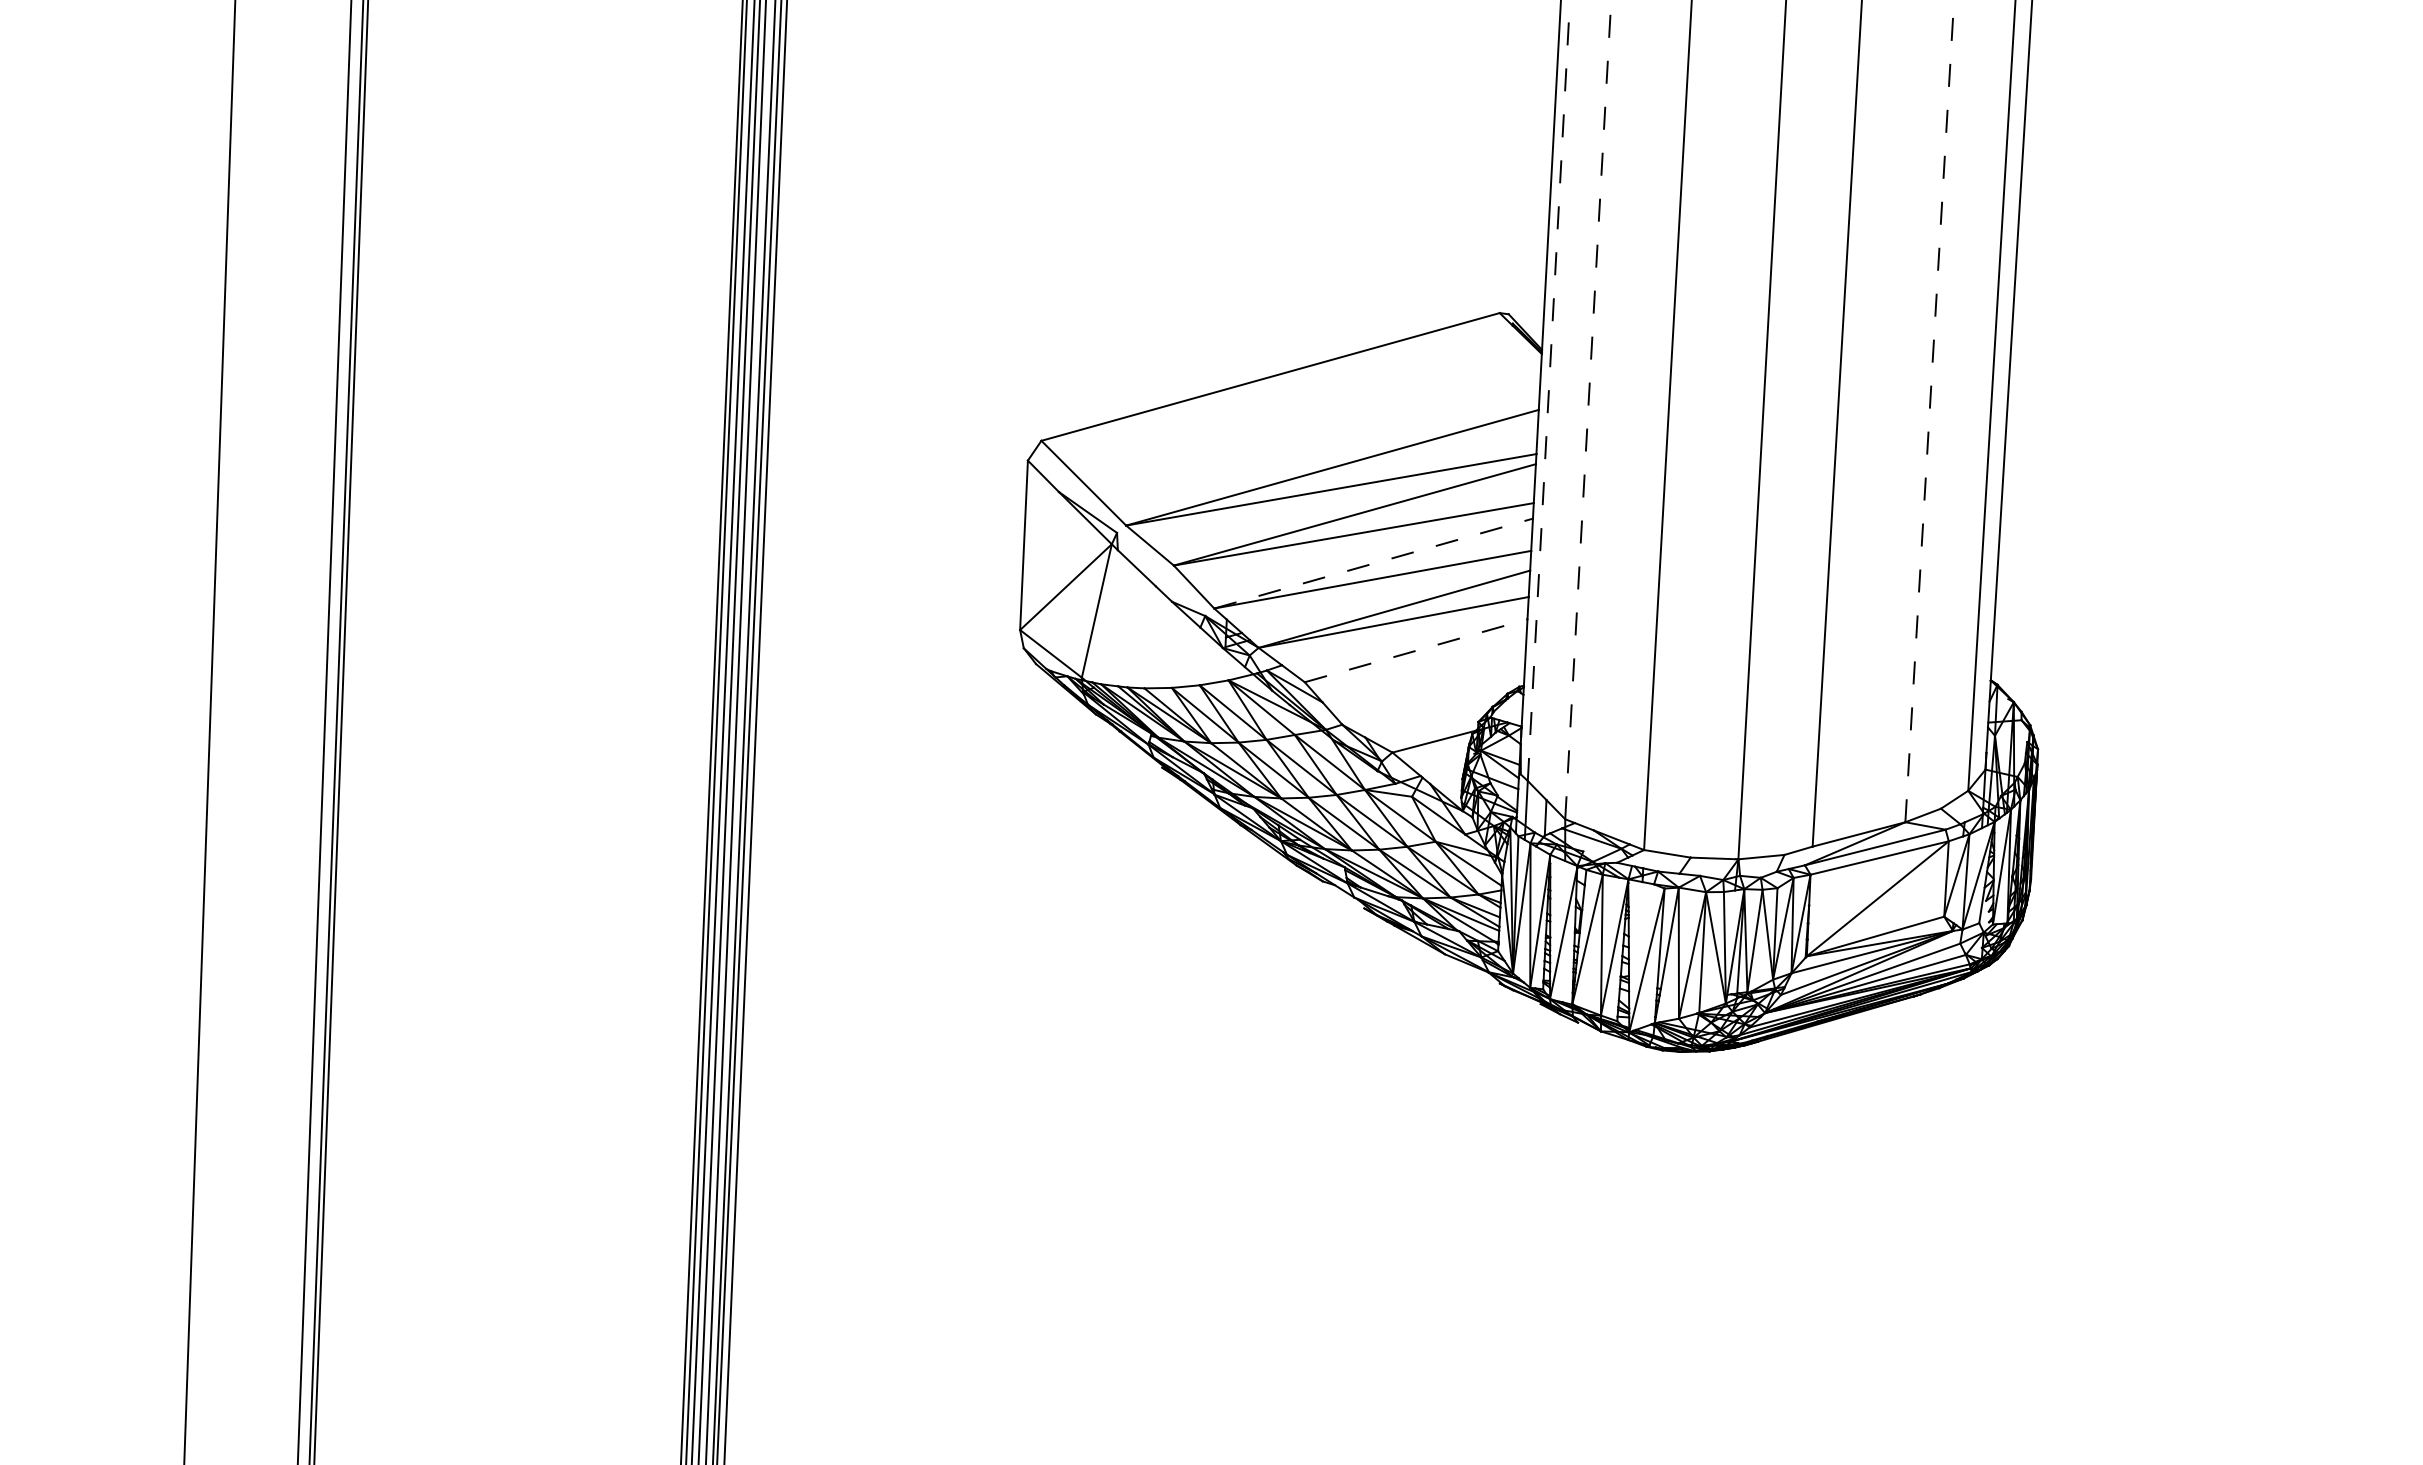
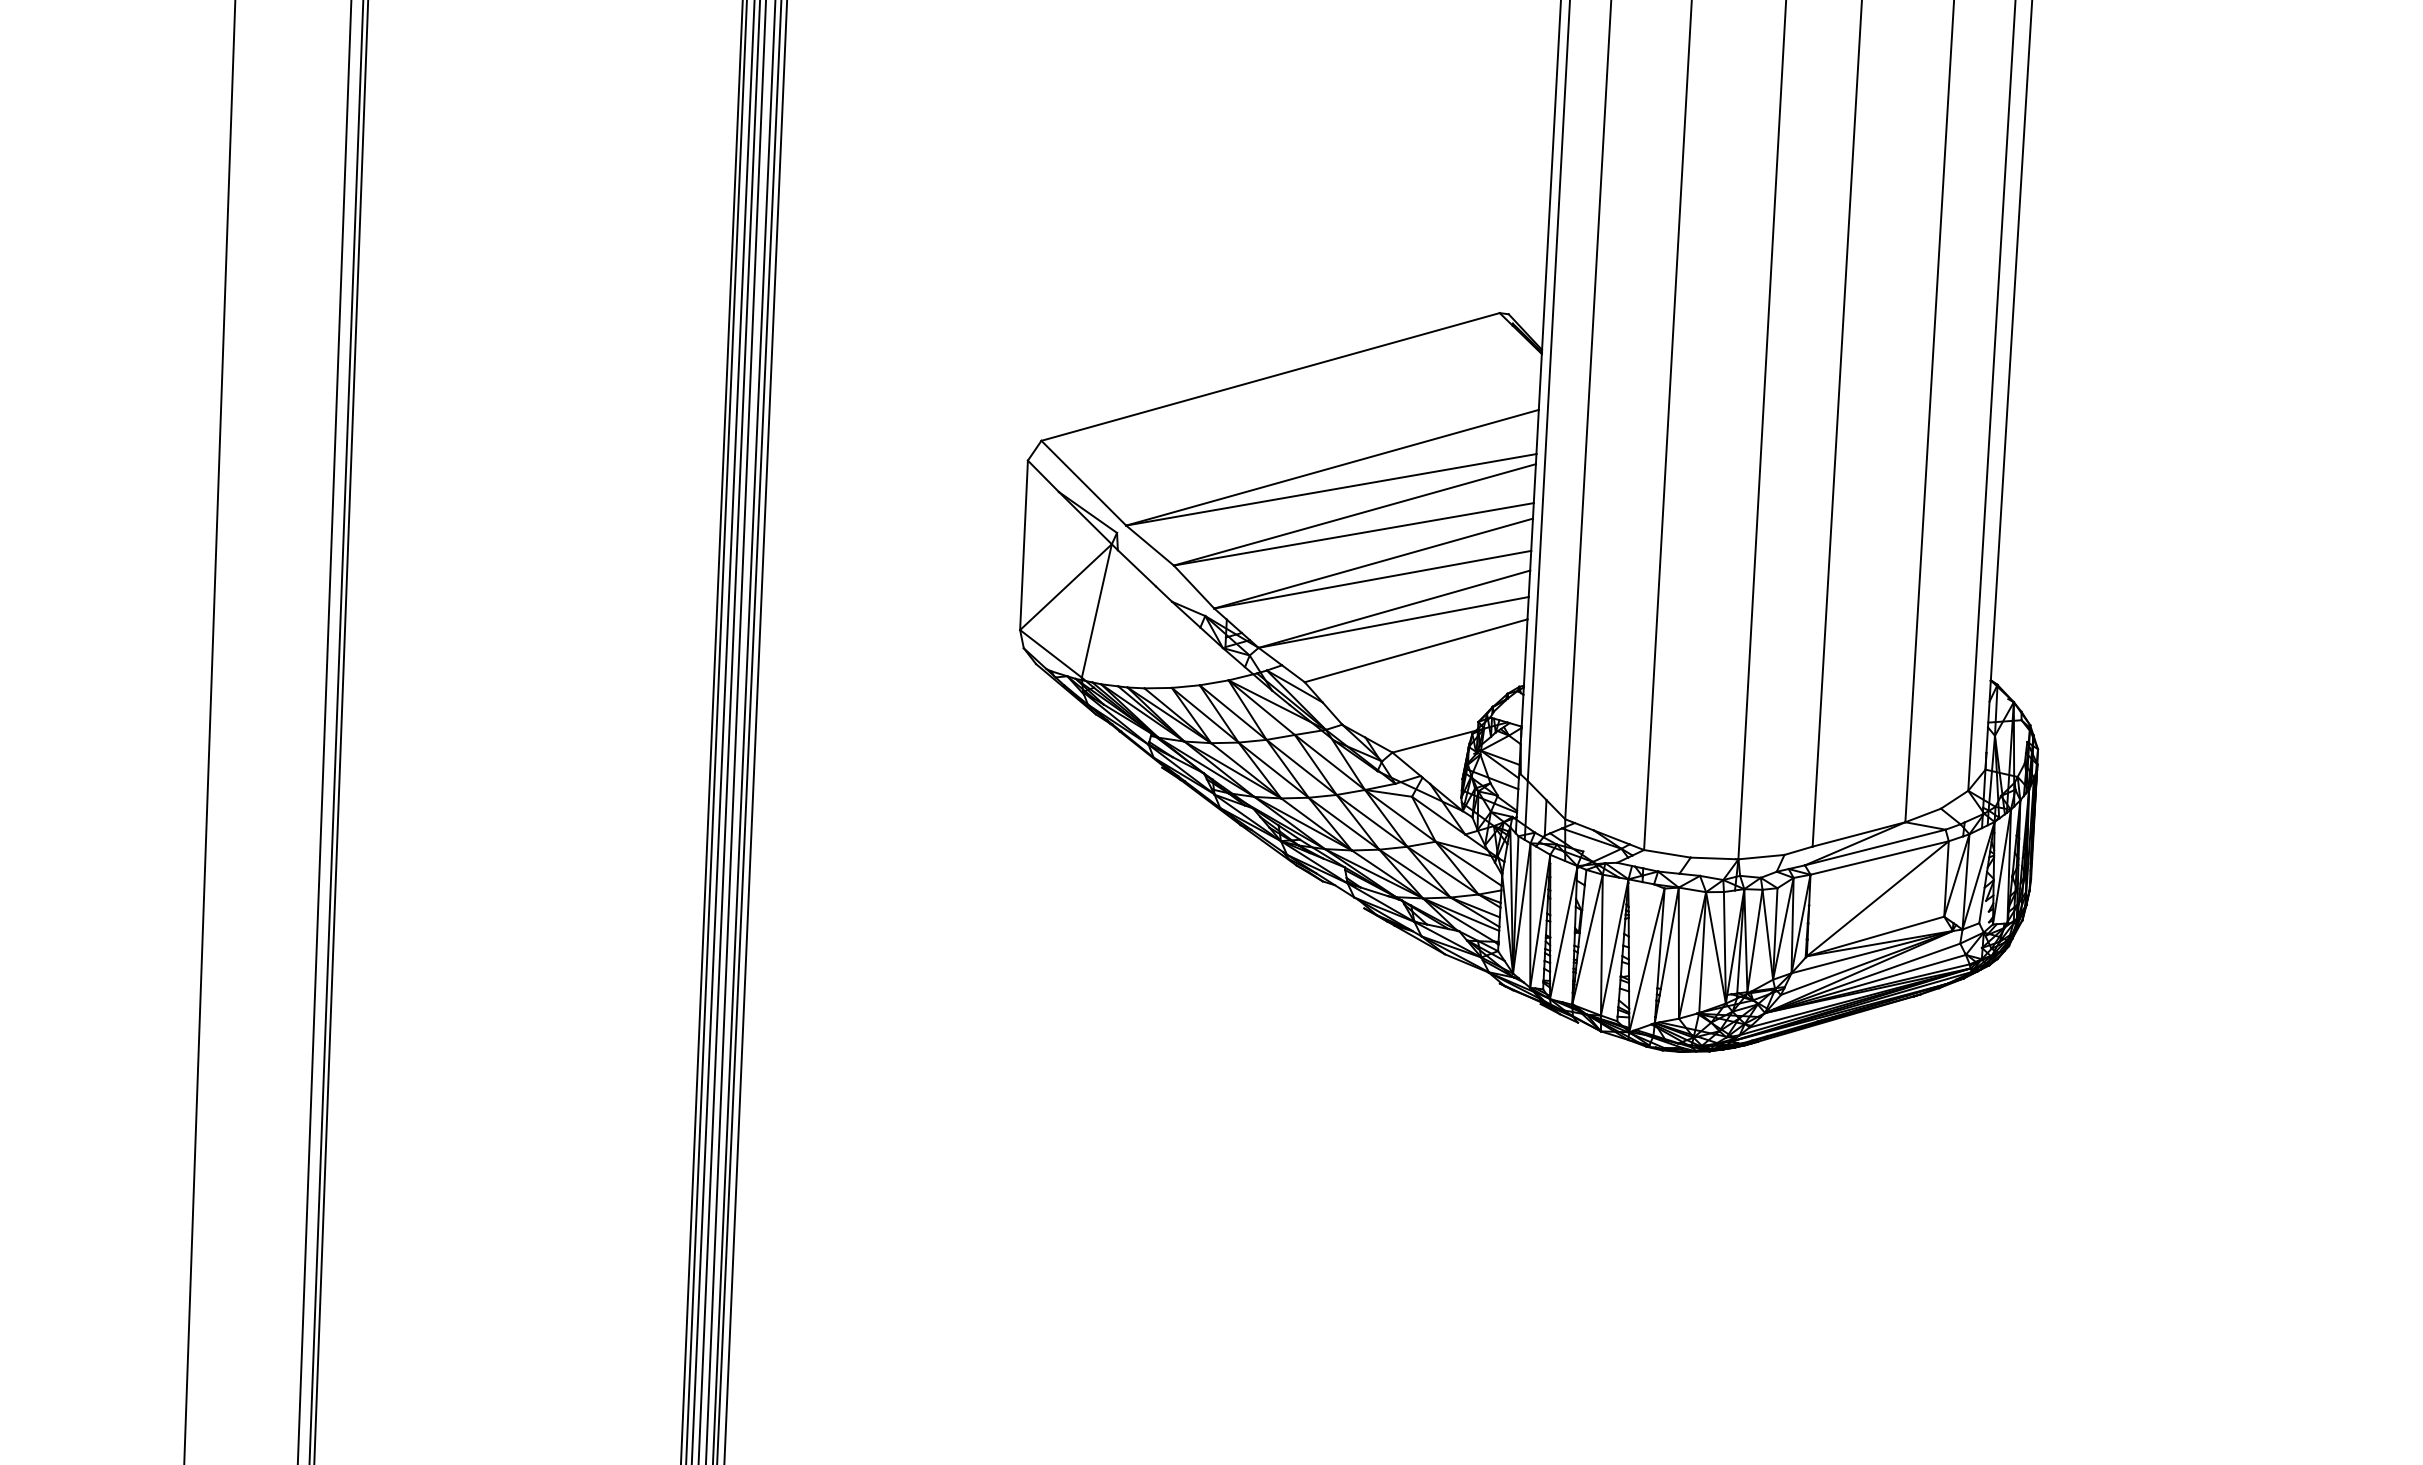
line at (1548, 390): dashed -> solid
line at (1588, 409): dashed -> solid
line at (1929, 411): dashed -> solid
line at (1373, 563): dashed -> solid
line at (1416, 650): dashed -> solid
